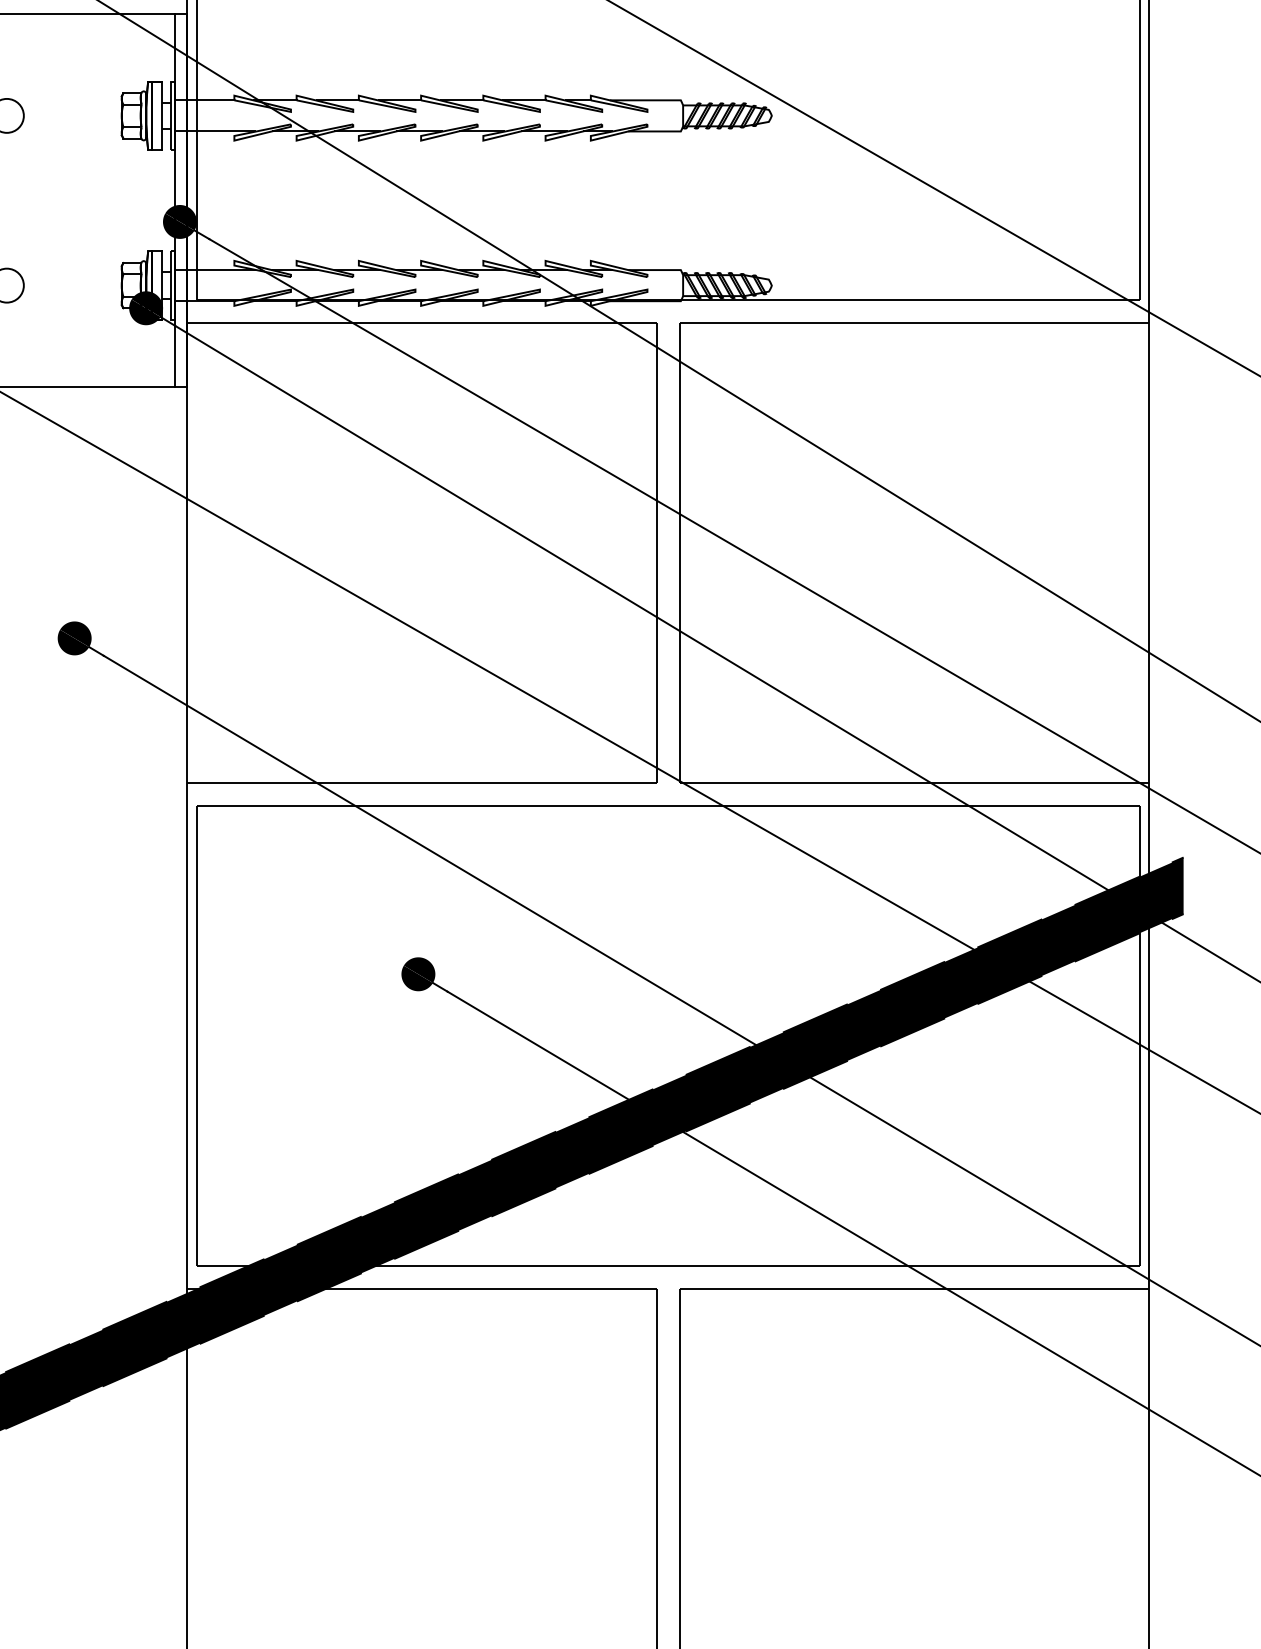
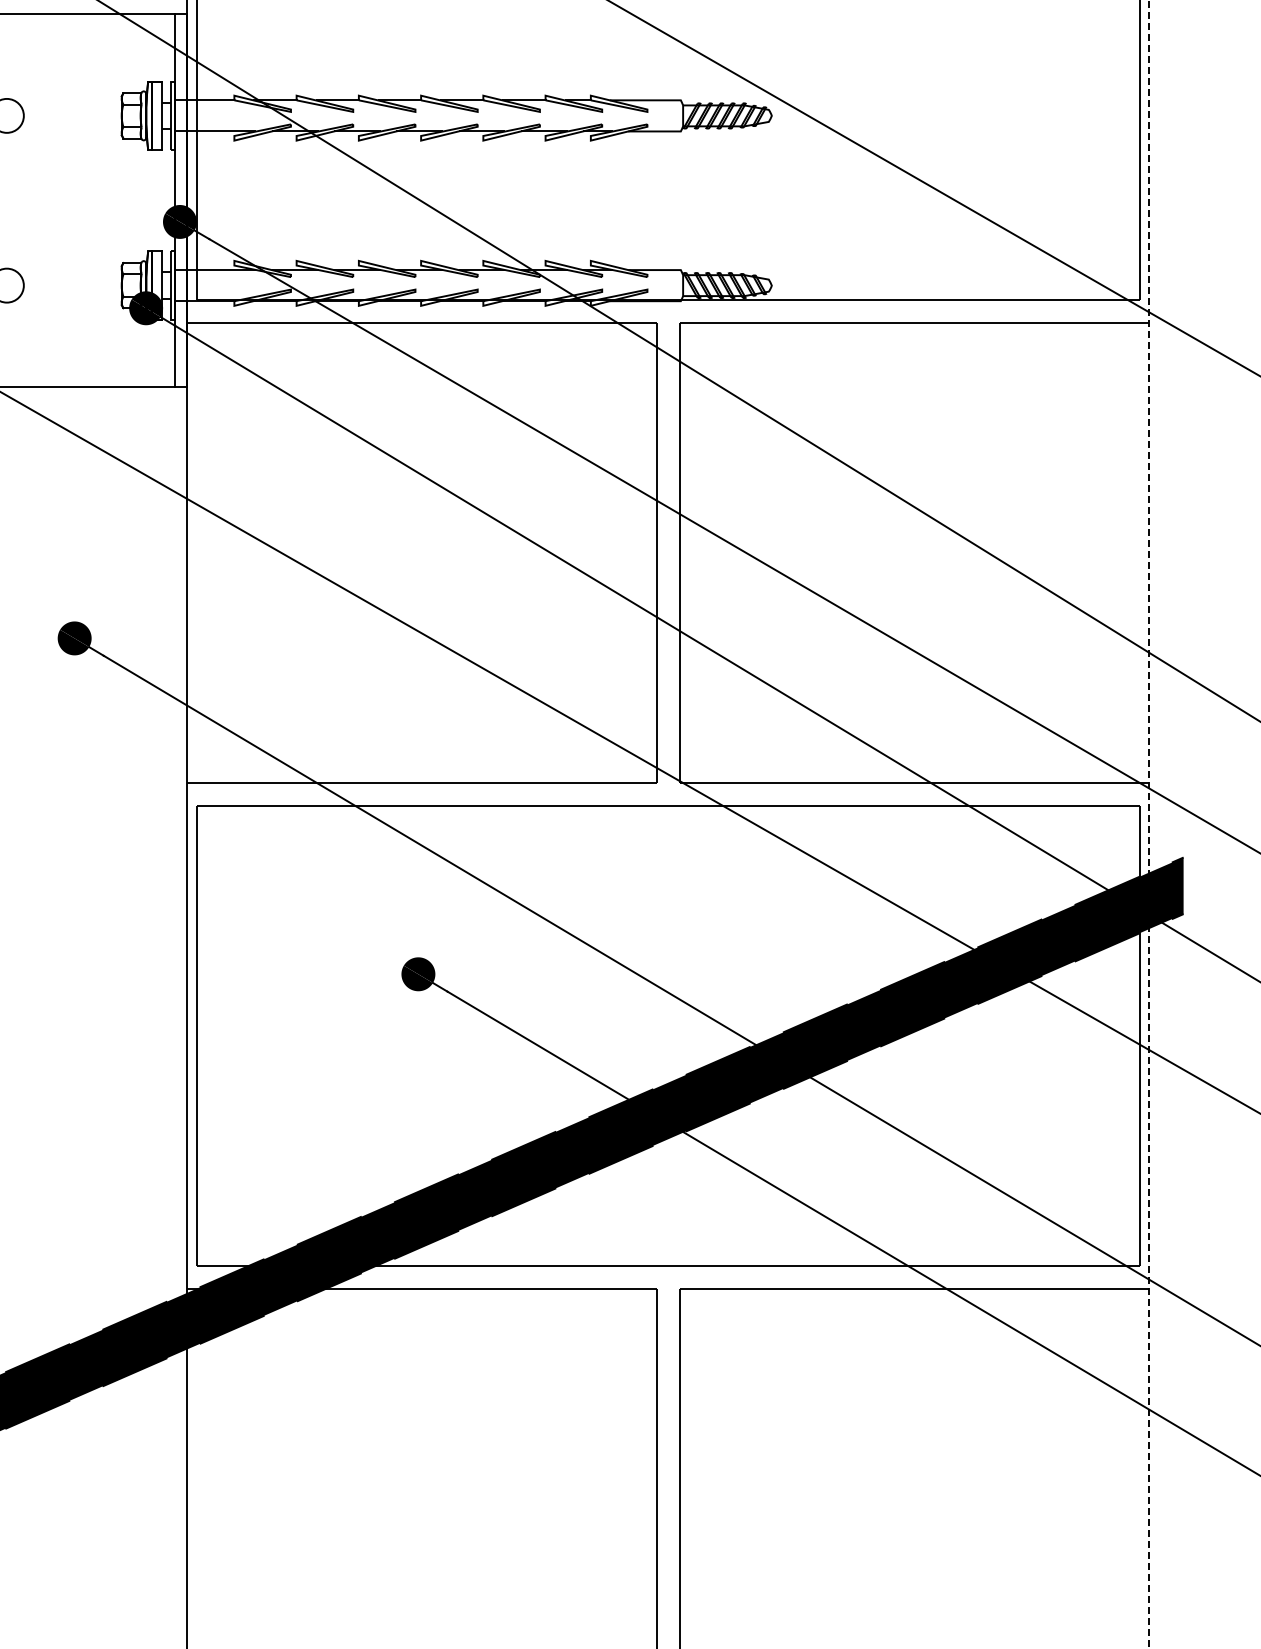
line at (1149, 824): solid -> dashed
